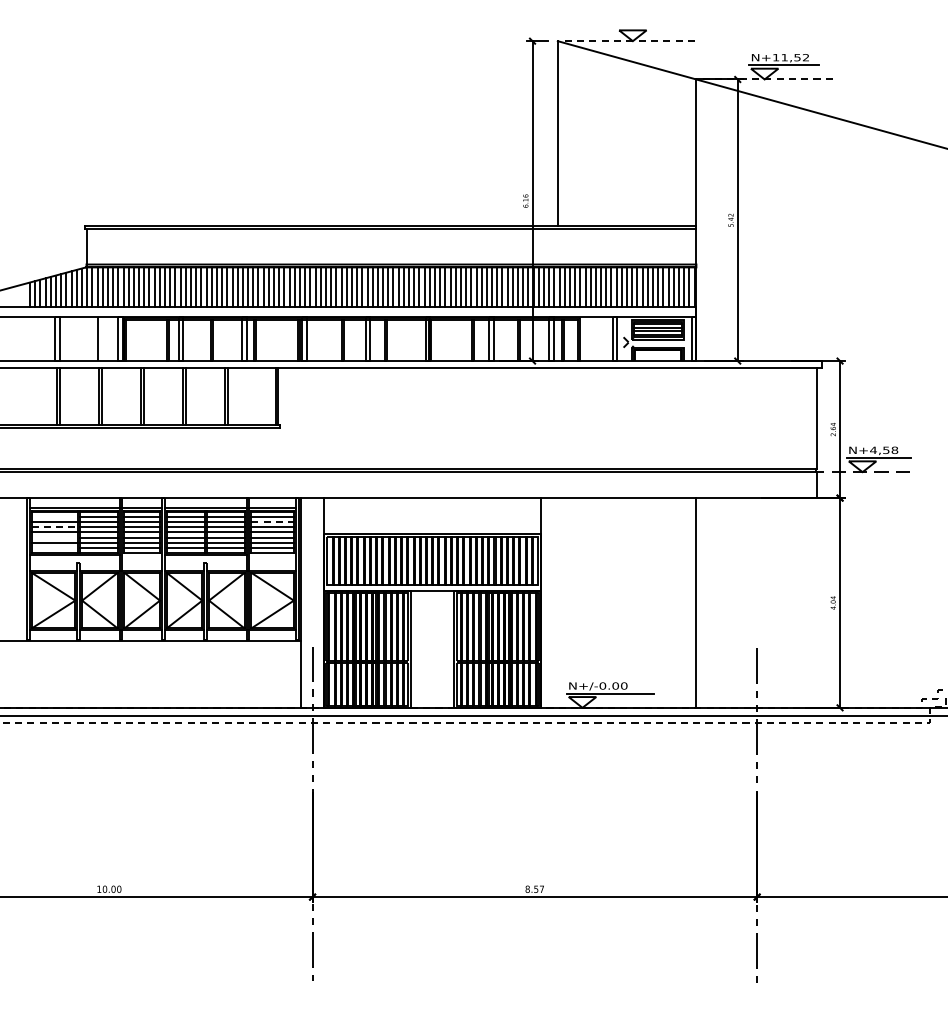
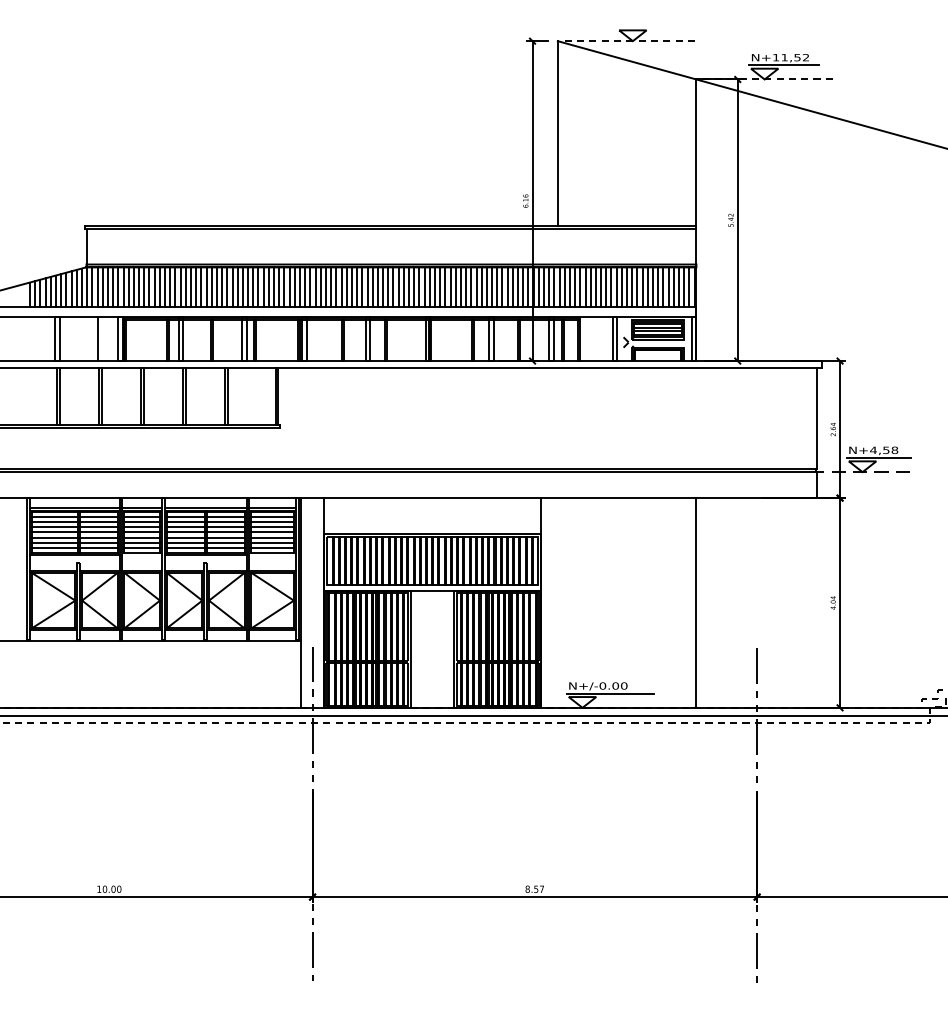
line at (54, 516): none -> present
line at (272, 521): dashed -> solid
line at (54, 527): dashed -> solid
line at (54, 537): none -> present
line at (54, 547): none -> present
